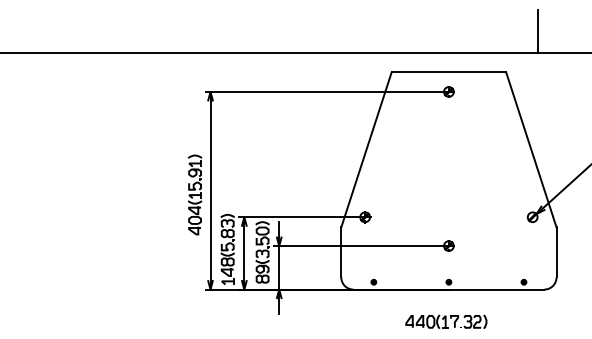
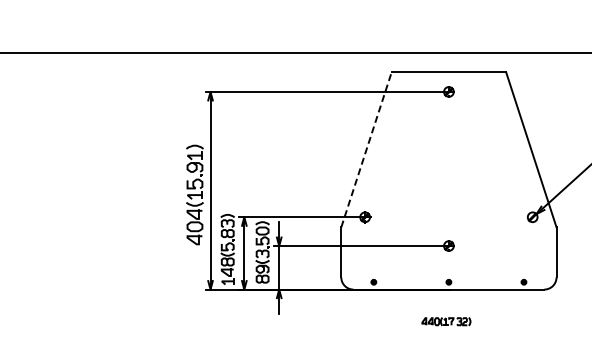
line at (538, 31): present -> none
line at (366, 149): solid -> dashed
part at (195, 194) size: 15x82 px -> 18x102 px
part at (446, 321) size: 83x15 px -> 51x10 px
